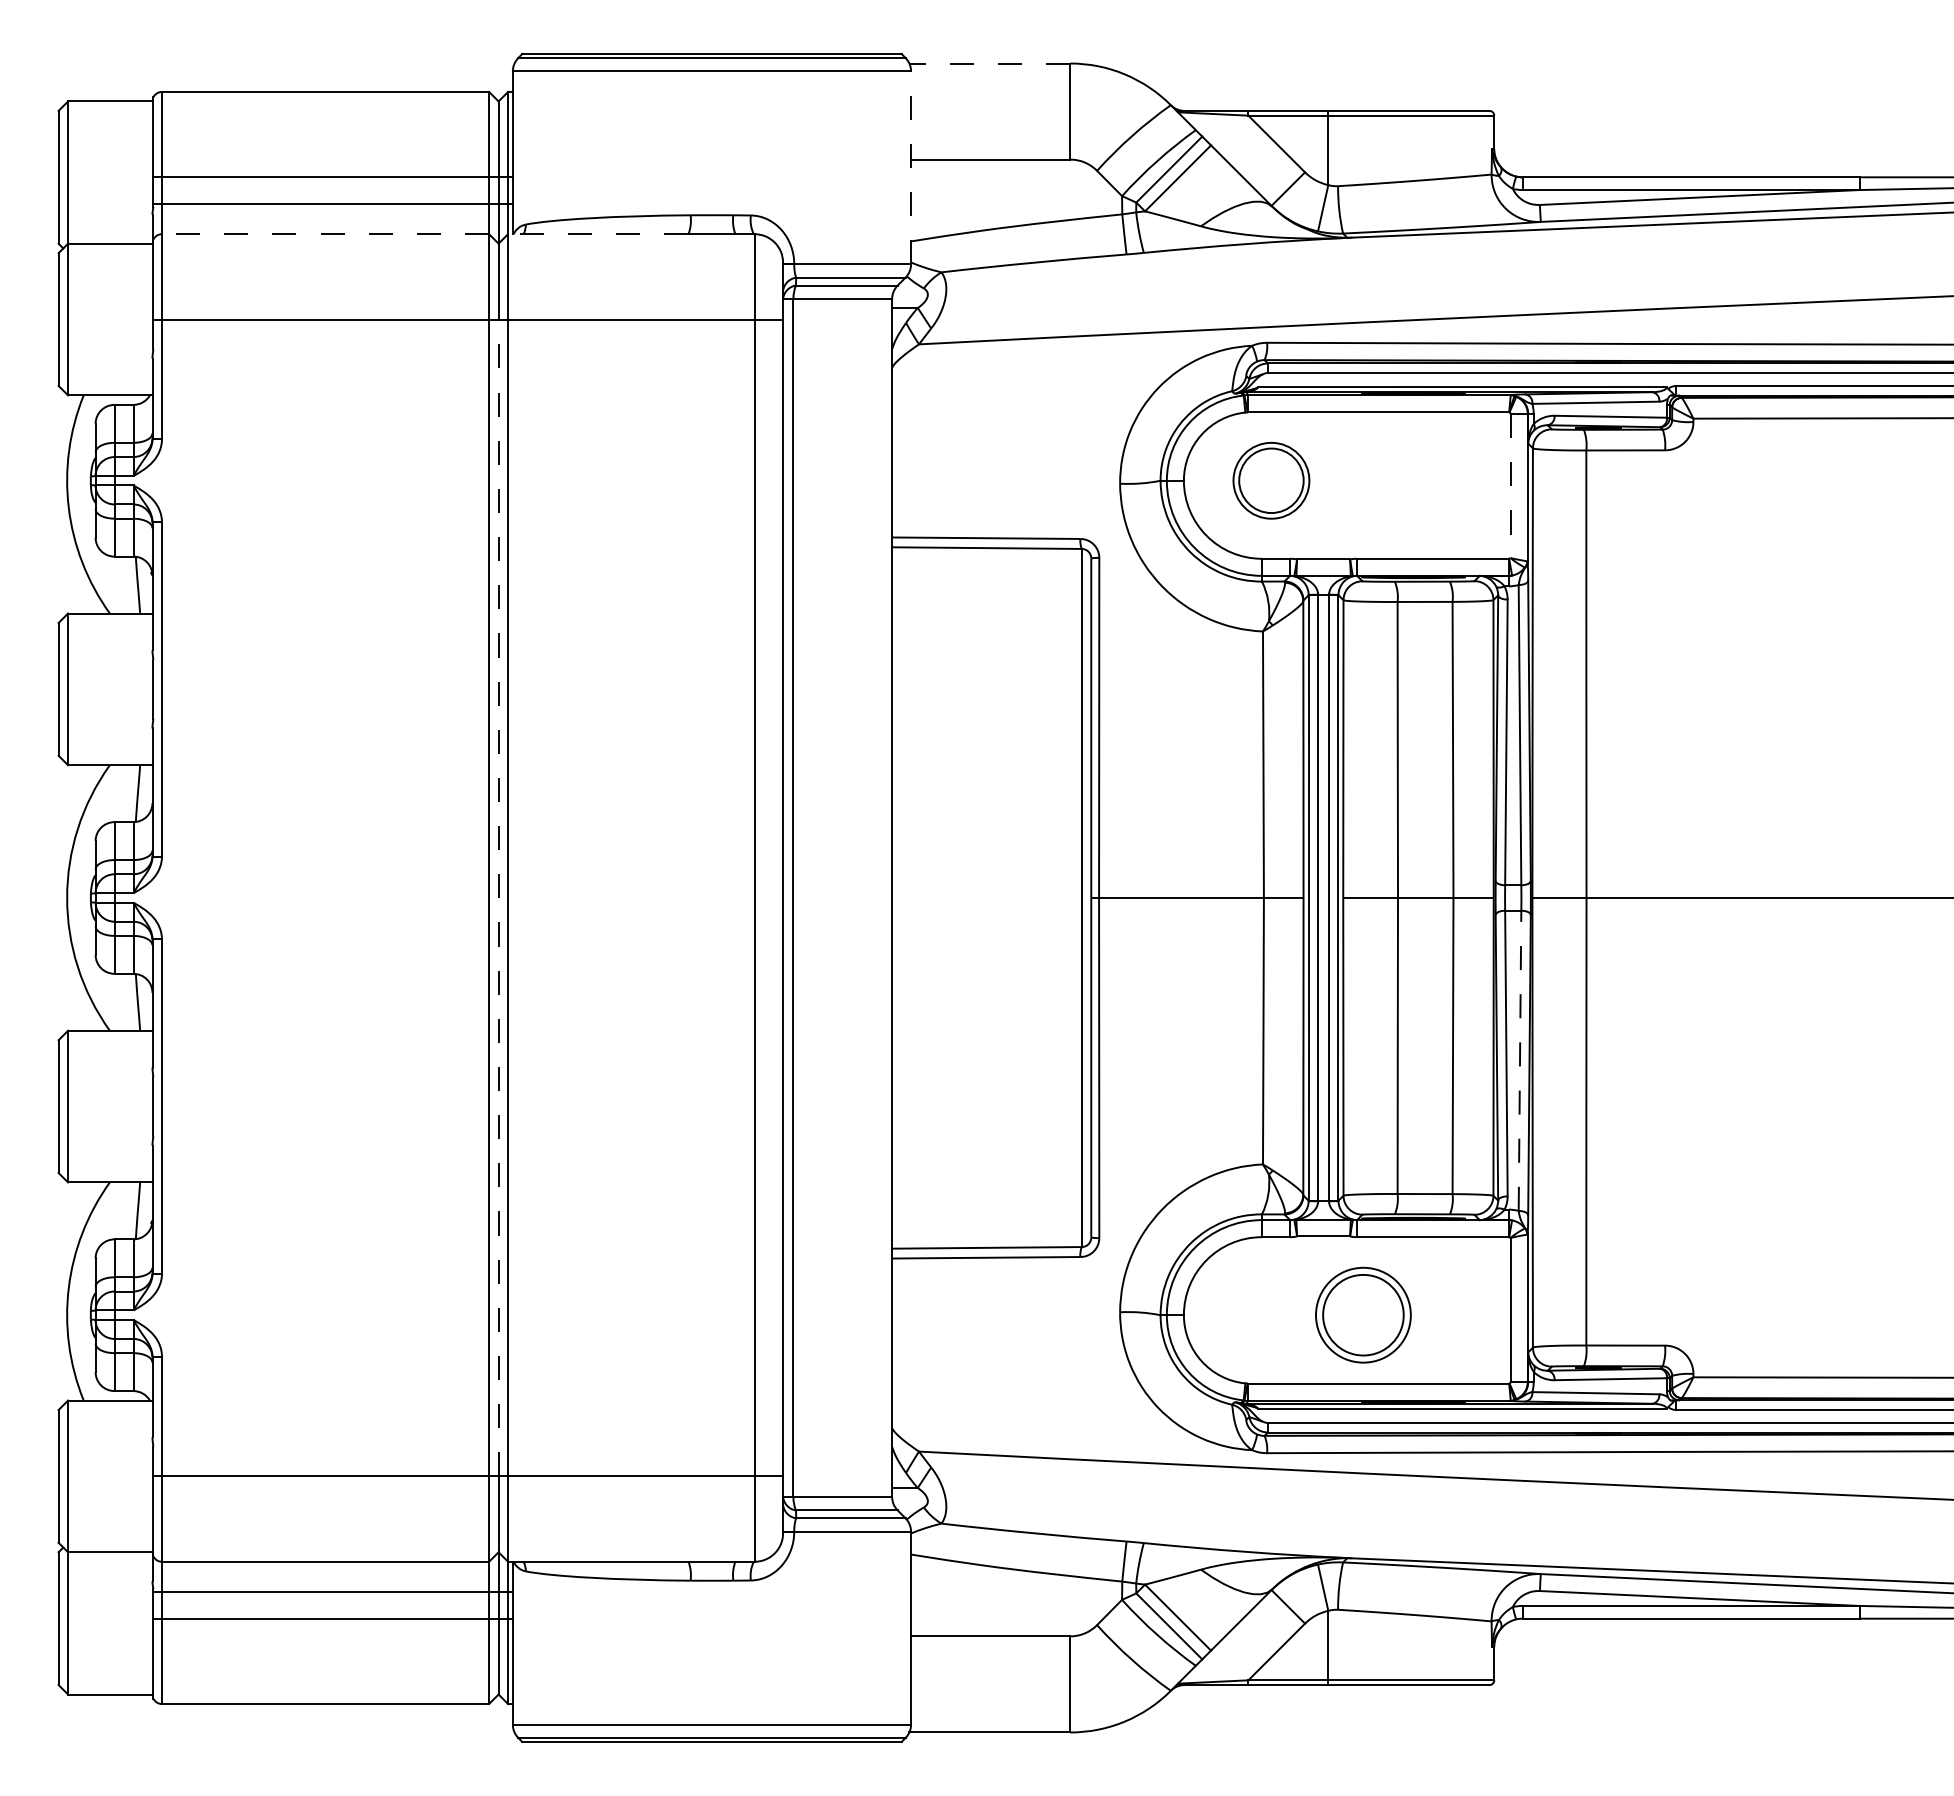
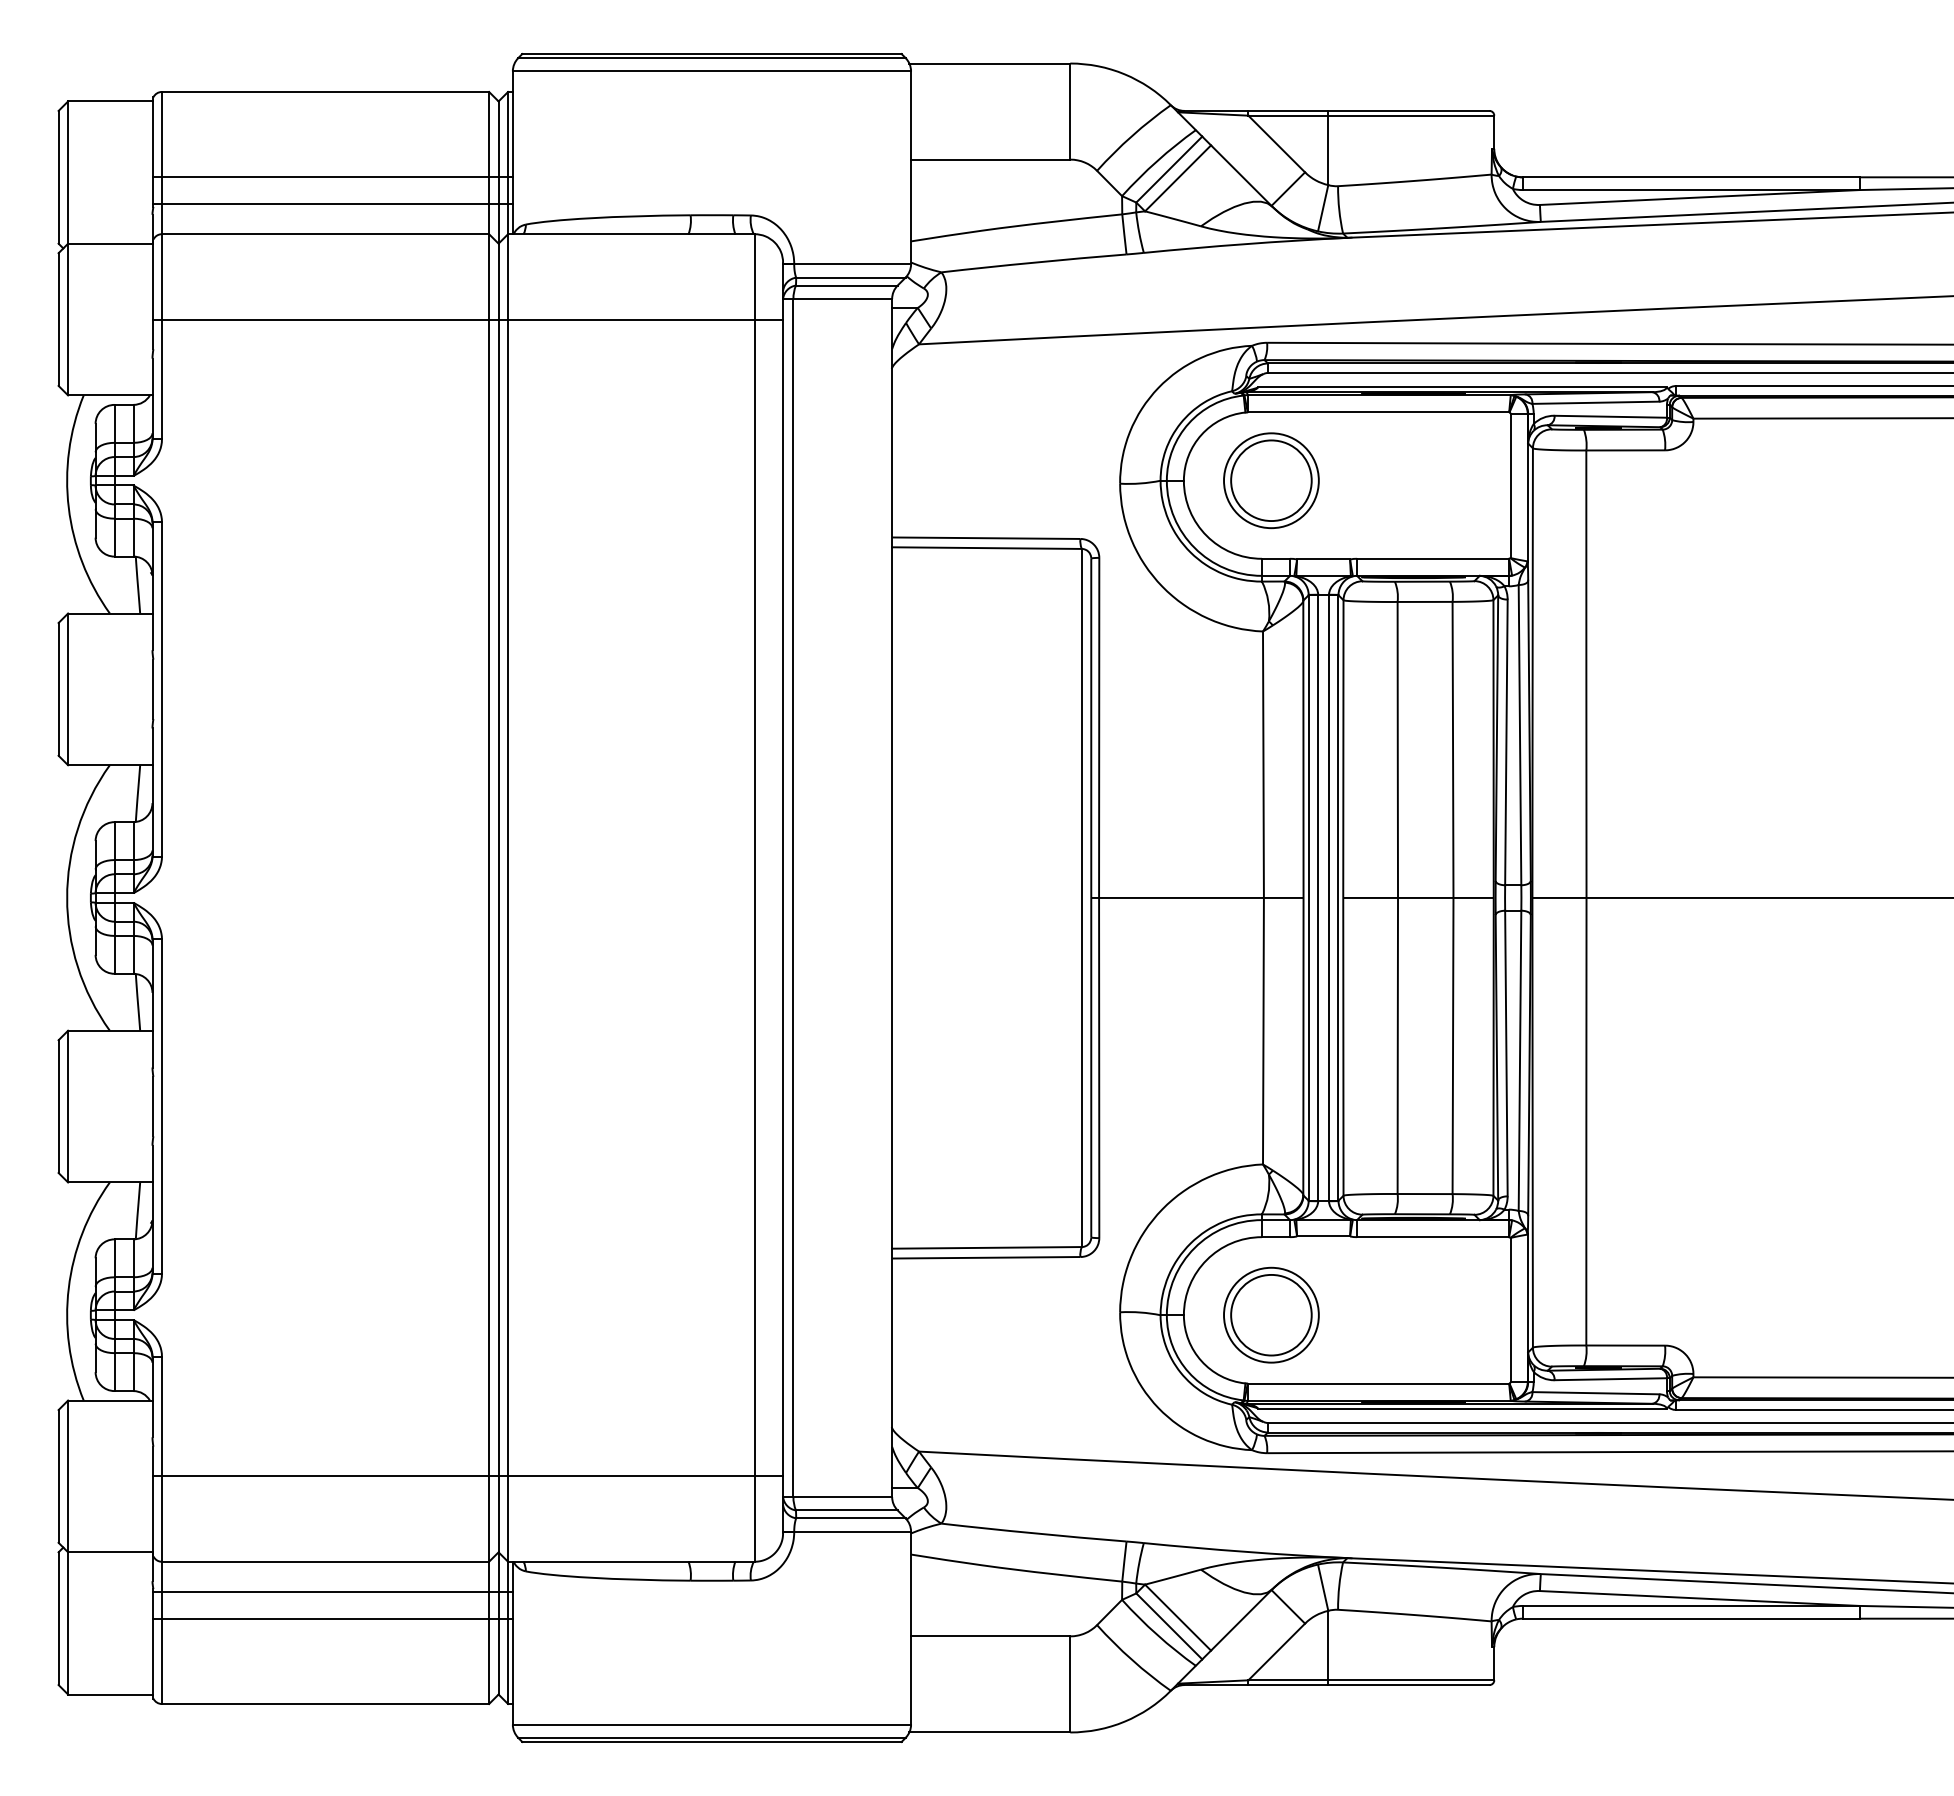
line at (989, 63): dashed -> solid
line at (911, 167): dashed -> solid
line at (325, 234): dashed -> solid
line at (597, 234): dashed -> solid
part at (1271, 480) size: 79x78 px -> 97x98 px
line at (1510, 486): dashed -> solid
line at (498, 897): dashed -> solid
line at (1520, 1060): dashed -> solid
part at (1363, 1314) position: (1363, 1314) -> (1271, 1314)
